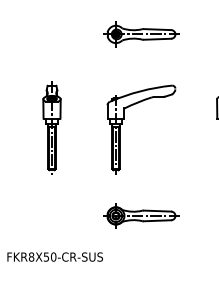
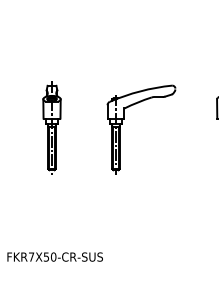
part at (141, 34): present -> none
part at (141, 215): present -> none
text at (31, 256): FKR8X50-CR-SUS -> FKR7X50-CR-SUS
